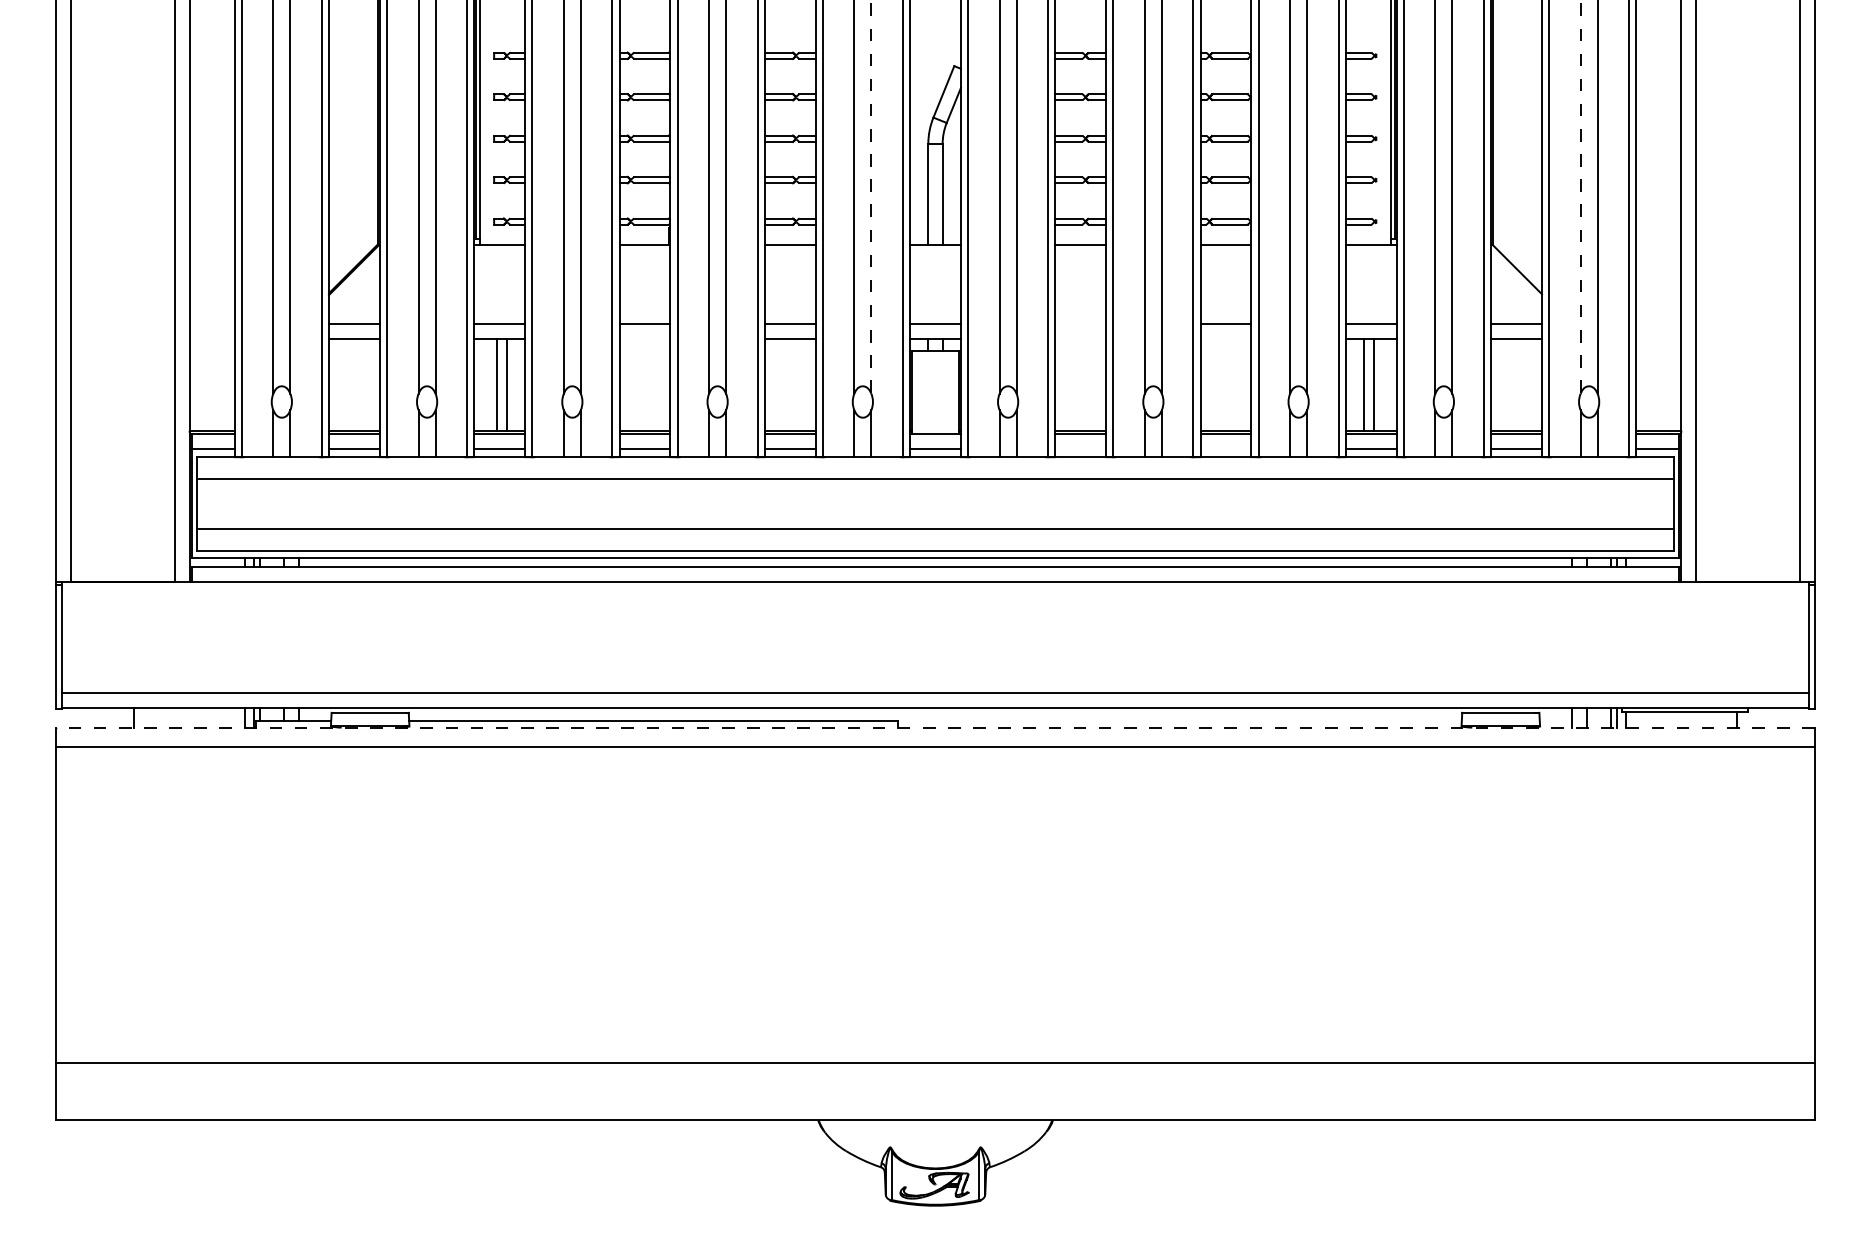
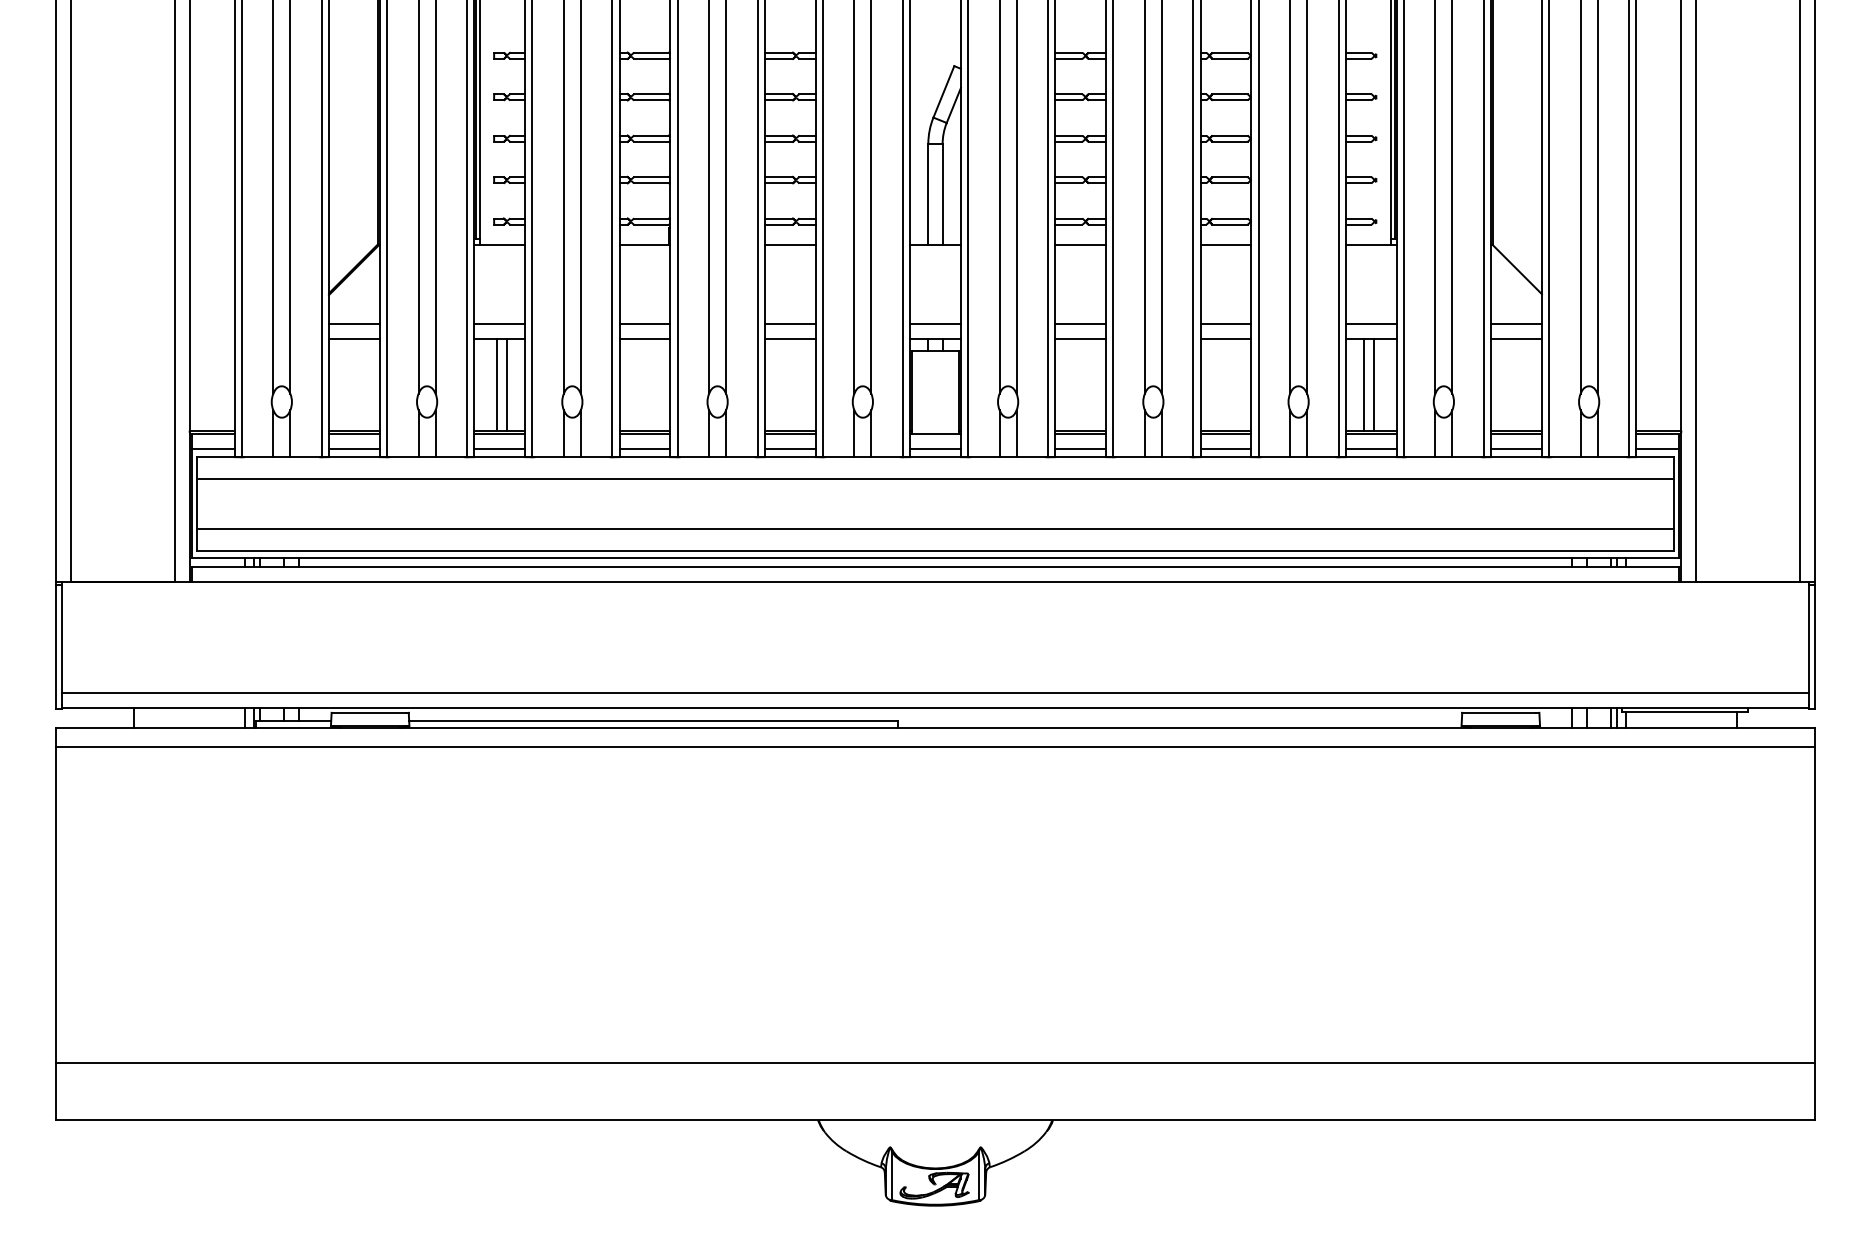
line at (871, 197): dashed -> solid
line at (1580, 197): dashed -> solid
line at (1080, 324): none -> present
line at (644, 339): none -> present
line at (1080, 339): none -> present
line at (1225, 339): none -> present
line at (1080, 448): none -> present
line at (1225, 448): none -> present
line at (934, 727): dashed -> solid
